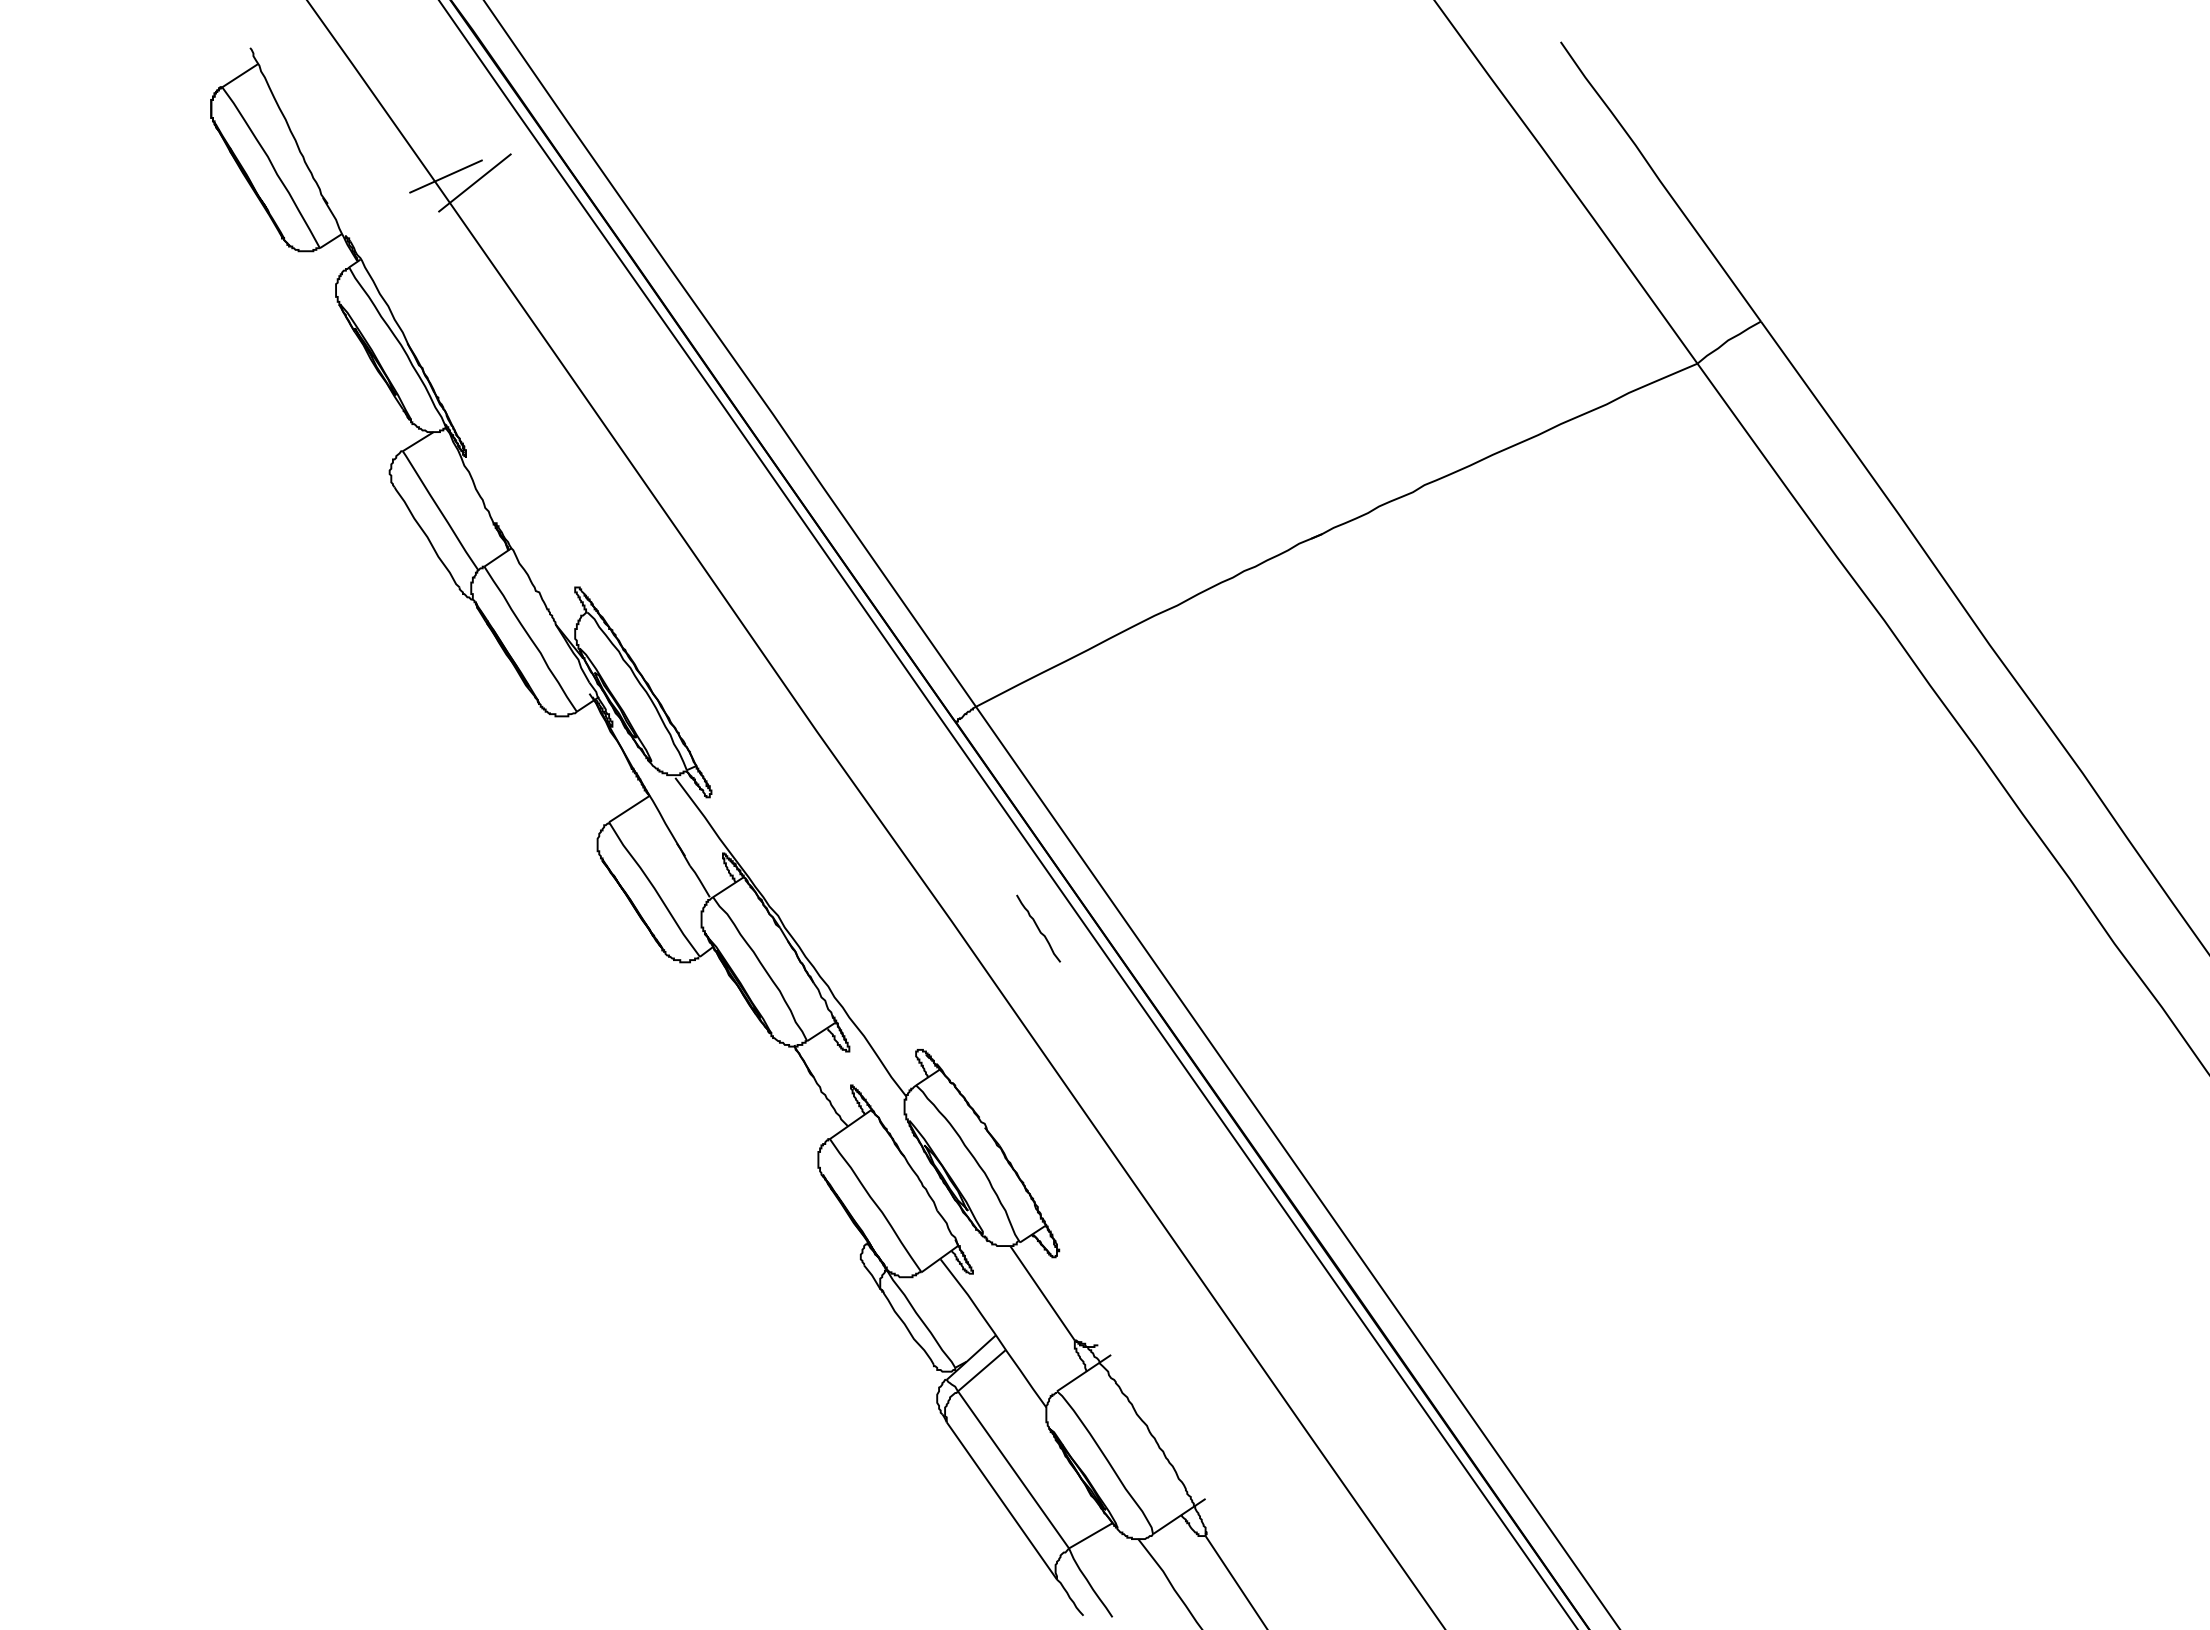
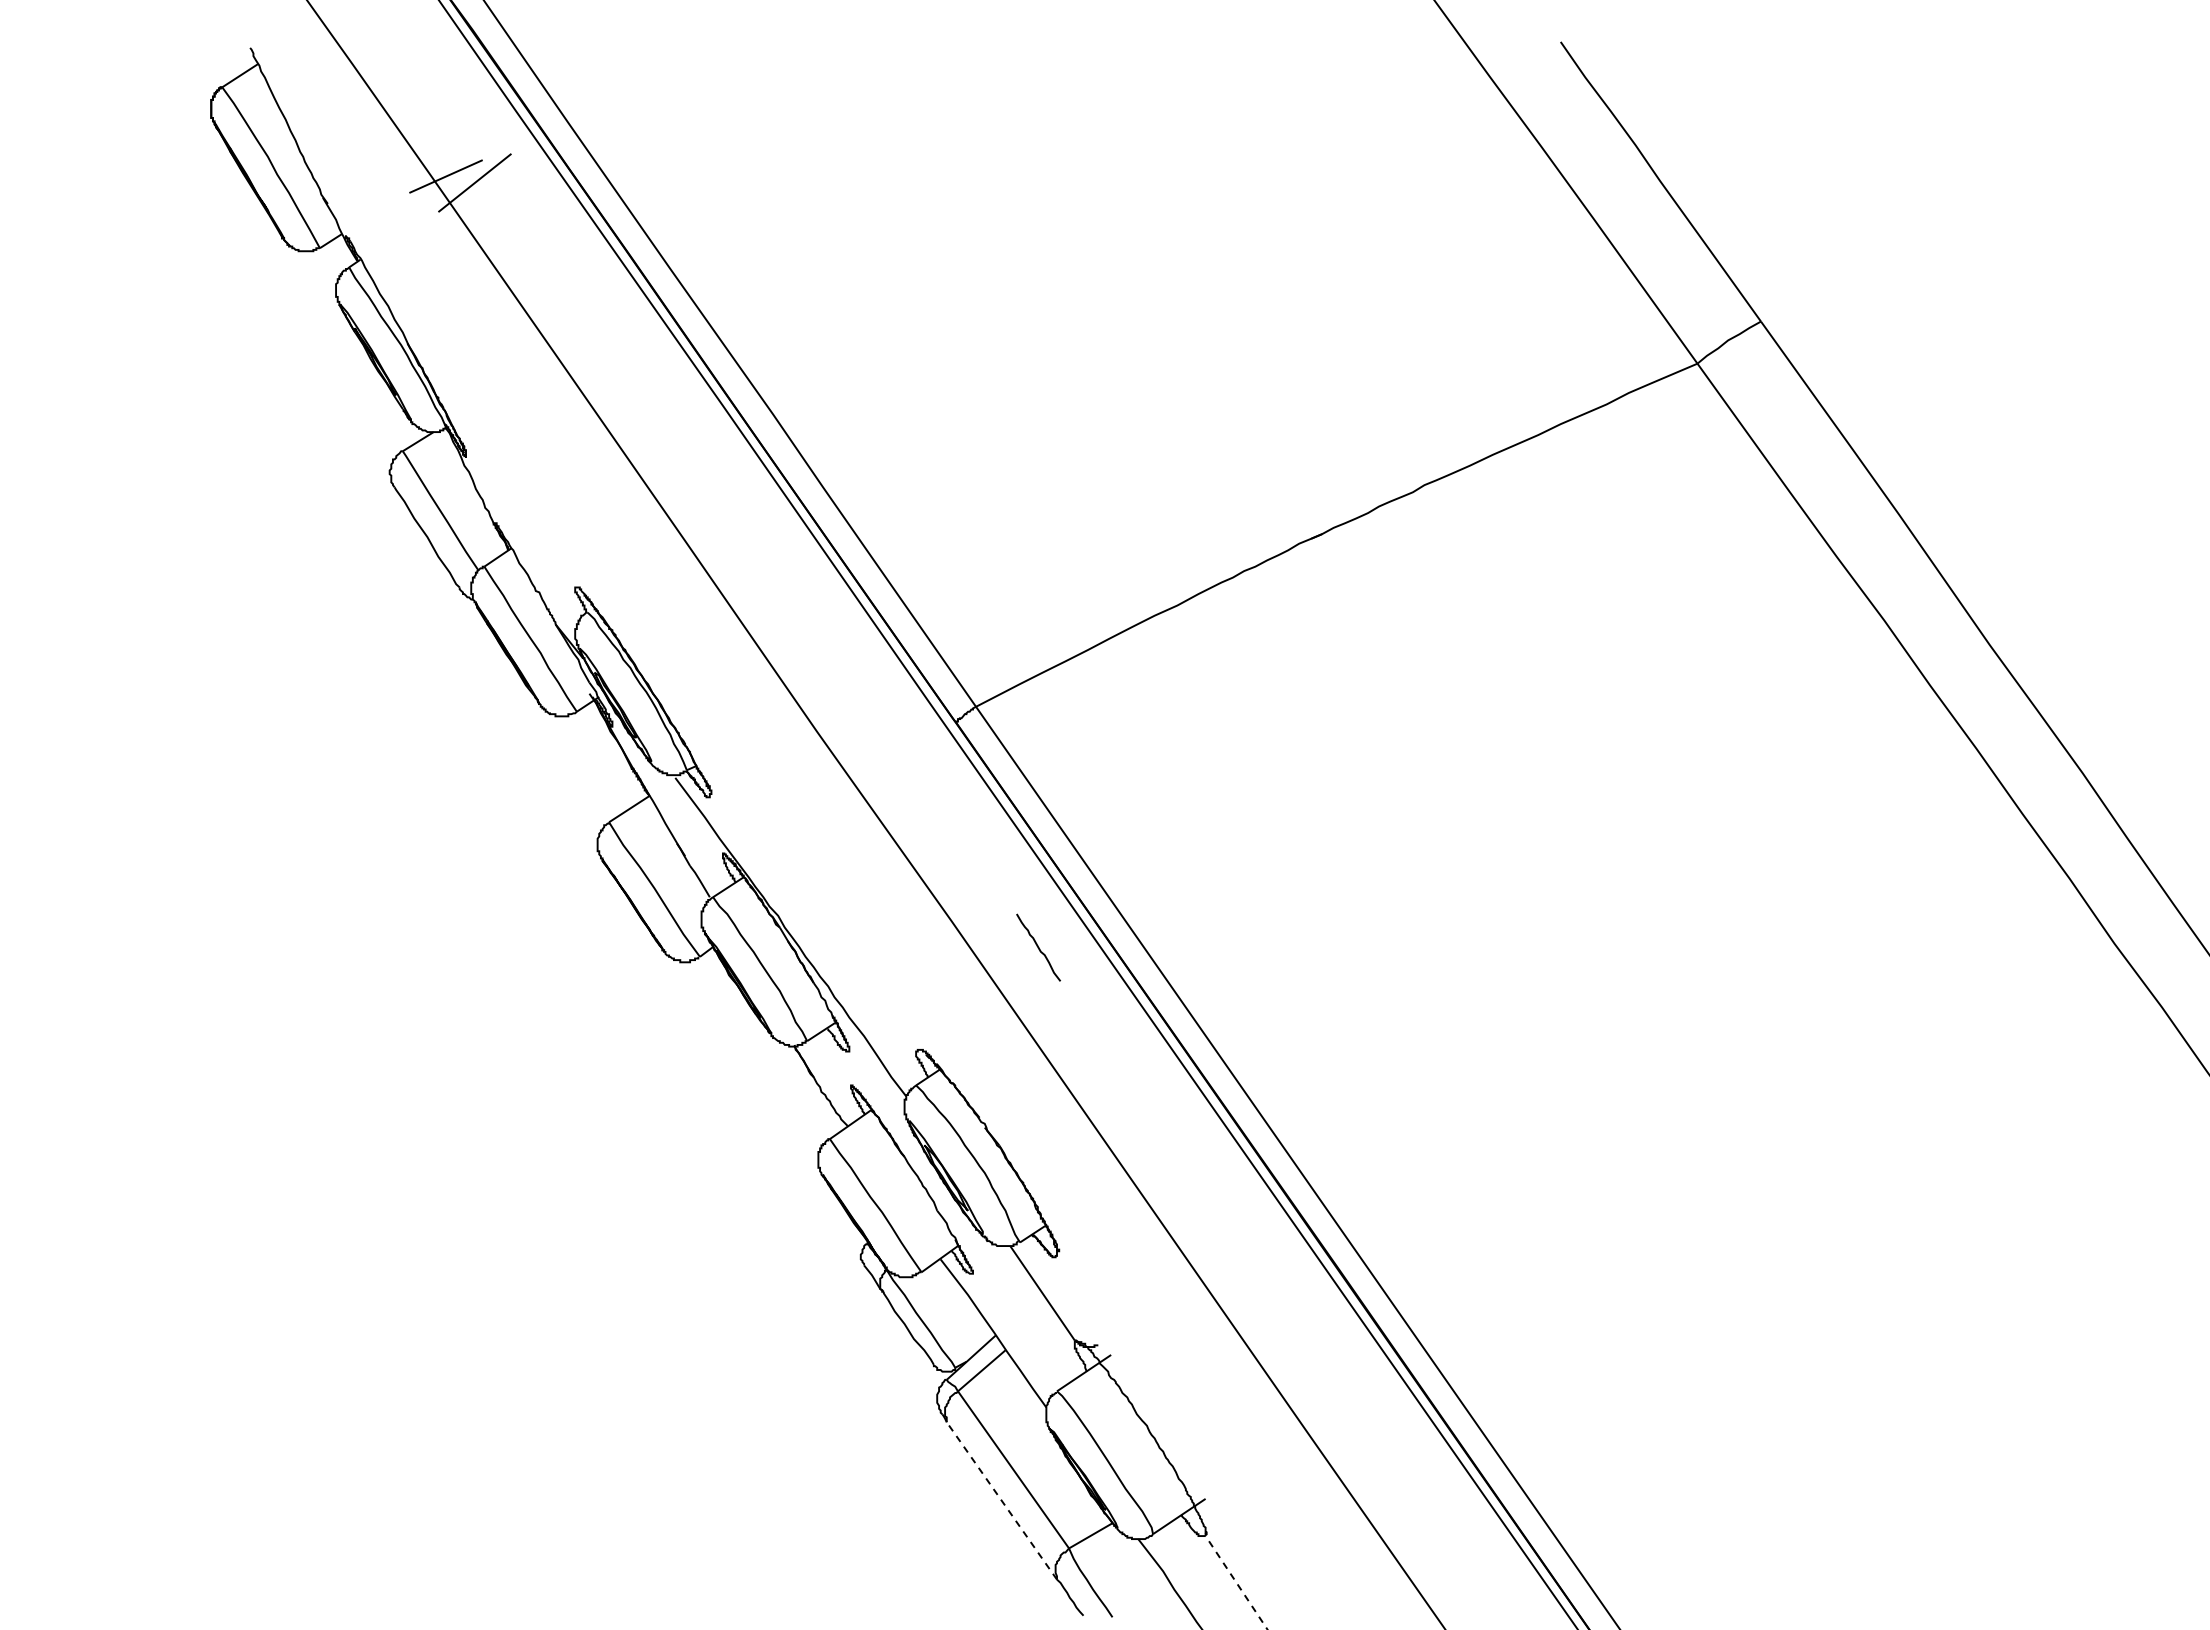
curve at (1038, 928) position: (1038, 928) -> (1038, 947)
line at (1001, 1500): solid -> dashed
line at (1236, 1582): solid -> dashed
